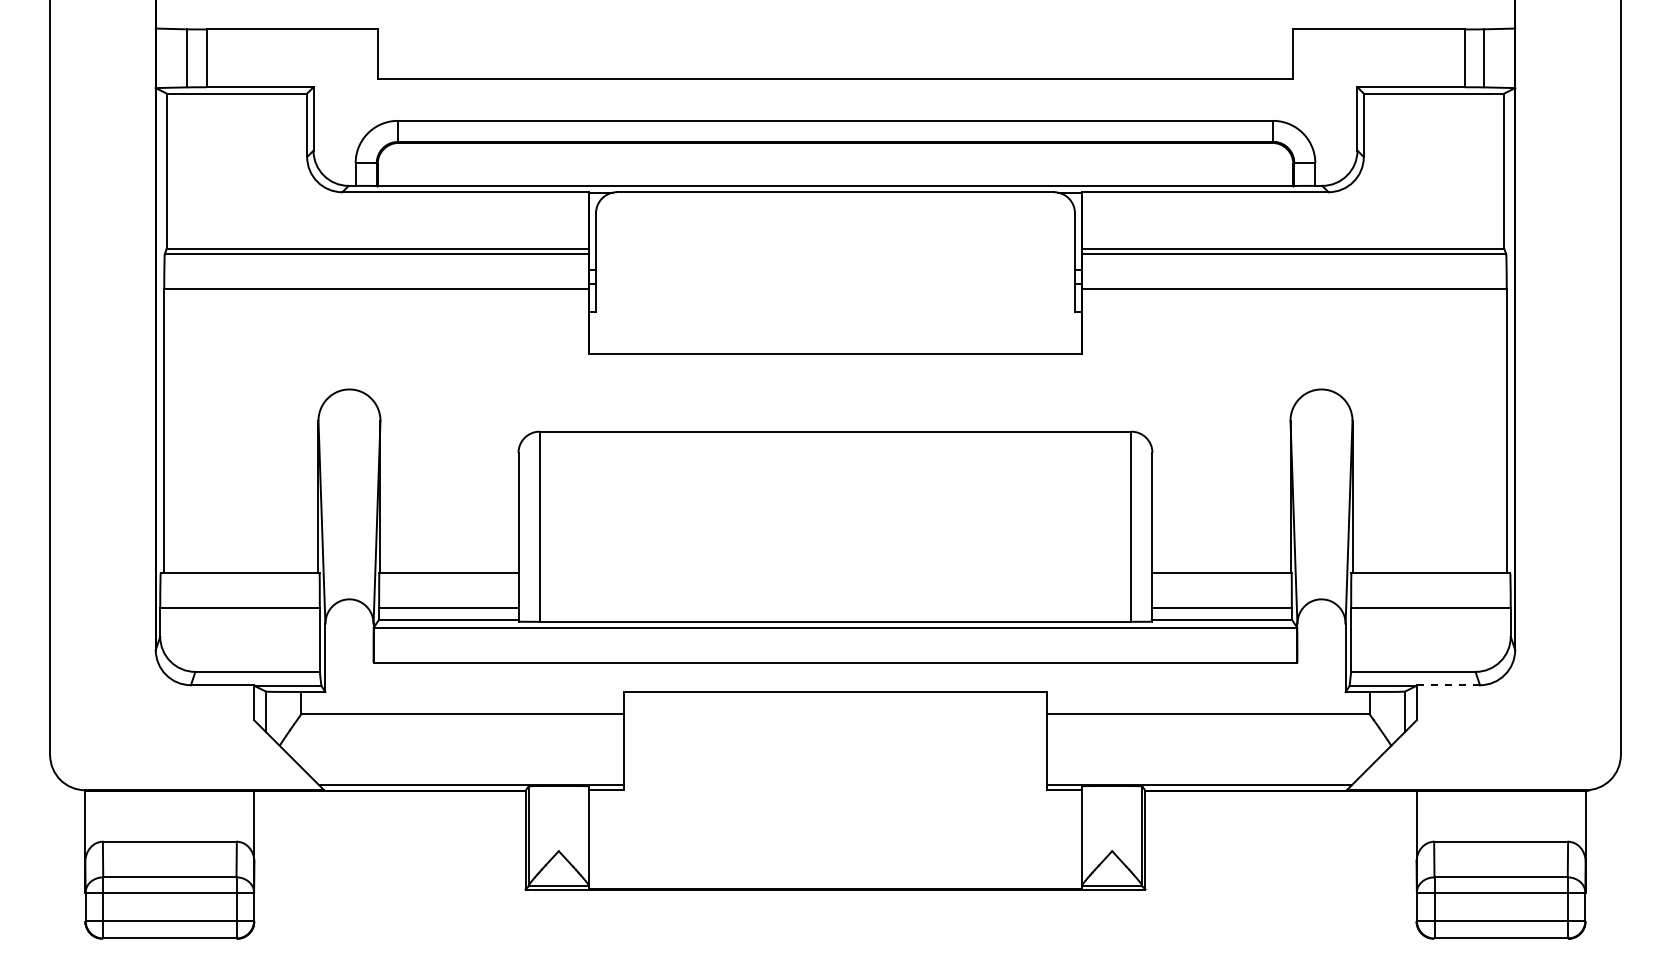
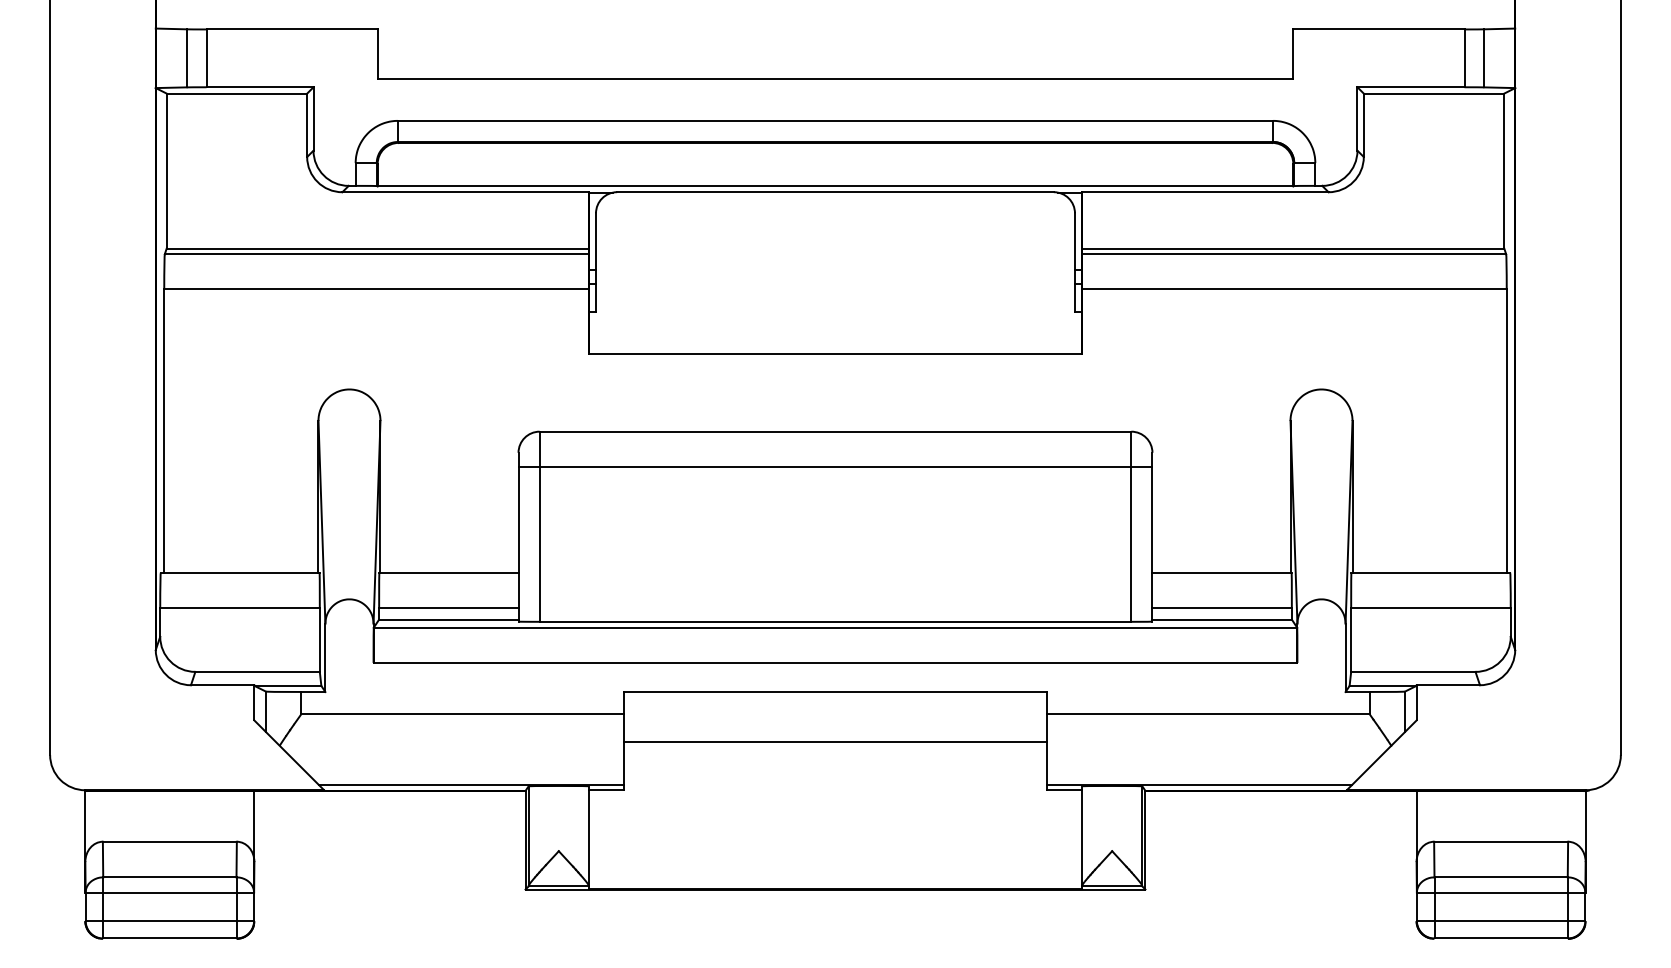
line at (835, 466): none -> present
line at (1448, 685): dashed -> solid
line at (835, 741): none -> present
